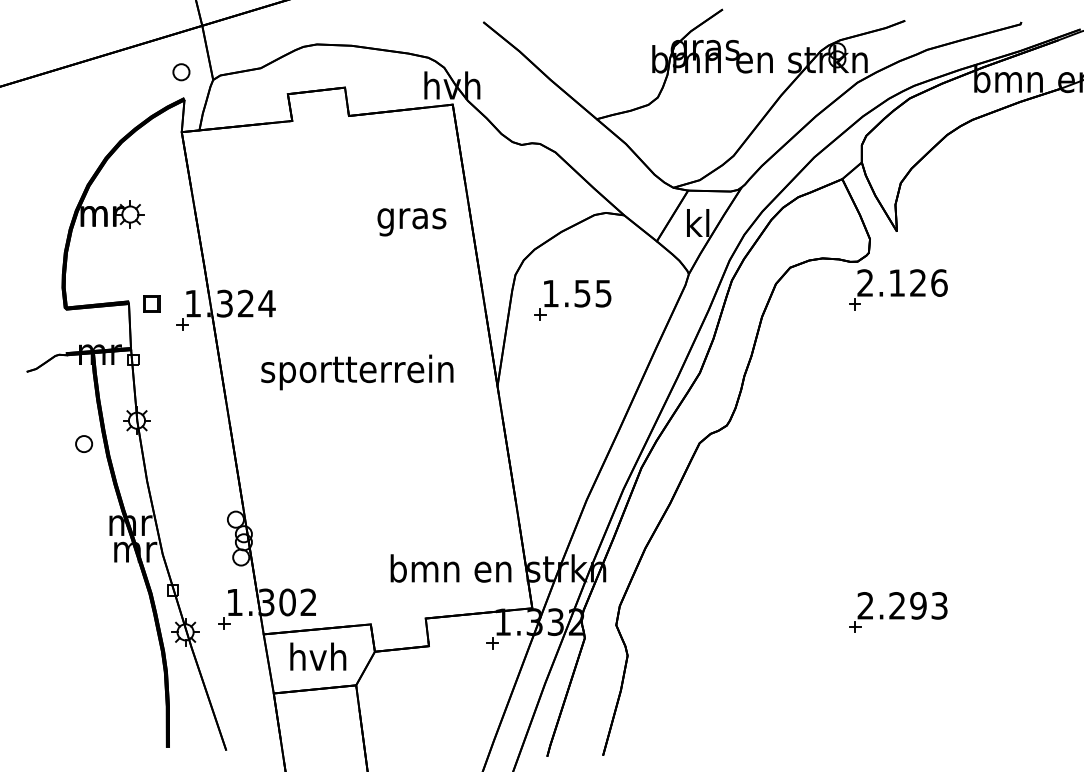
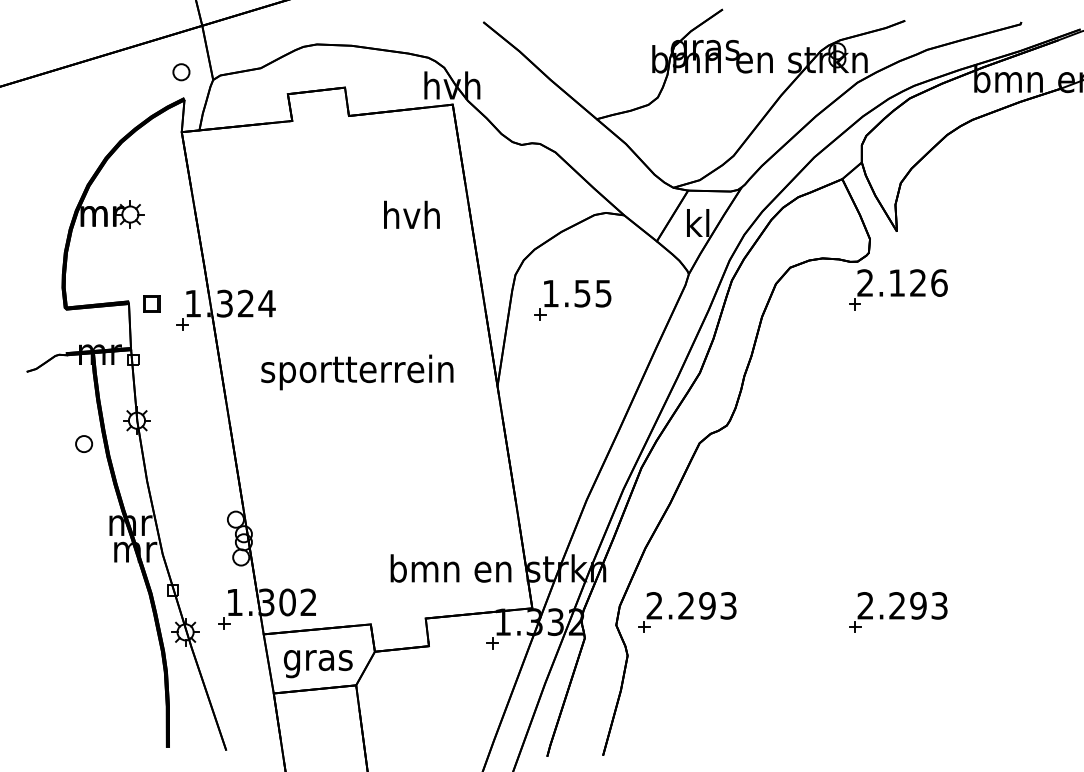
text at (411, 218): gras -> hvh
part at (687, 612): none -> present
text at (317, 660): hvh -> gras
